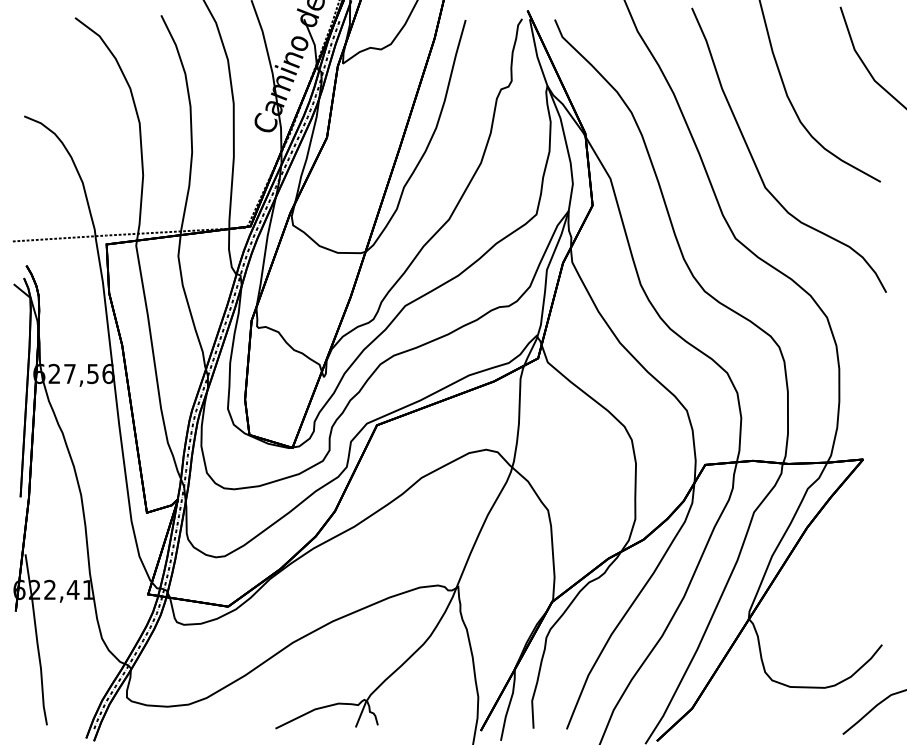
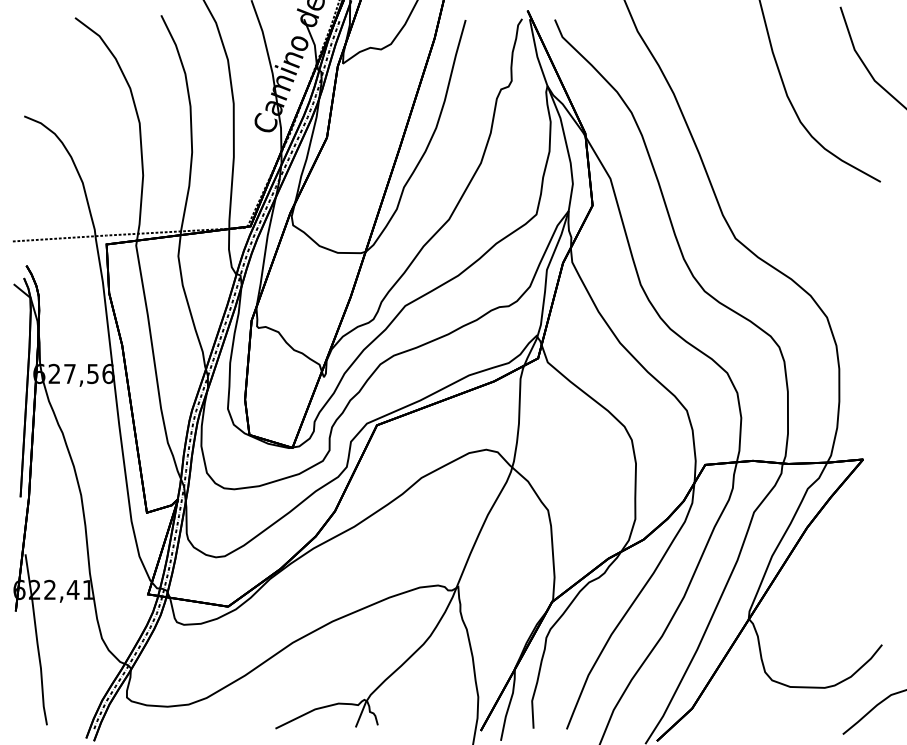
curve at (756, 164): present -> none
